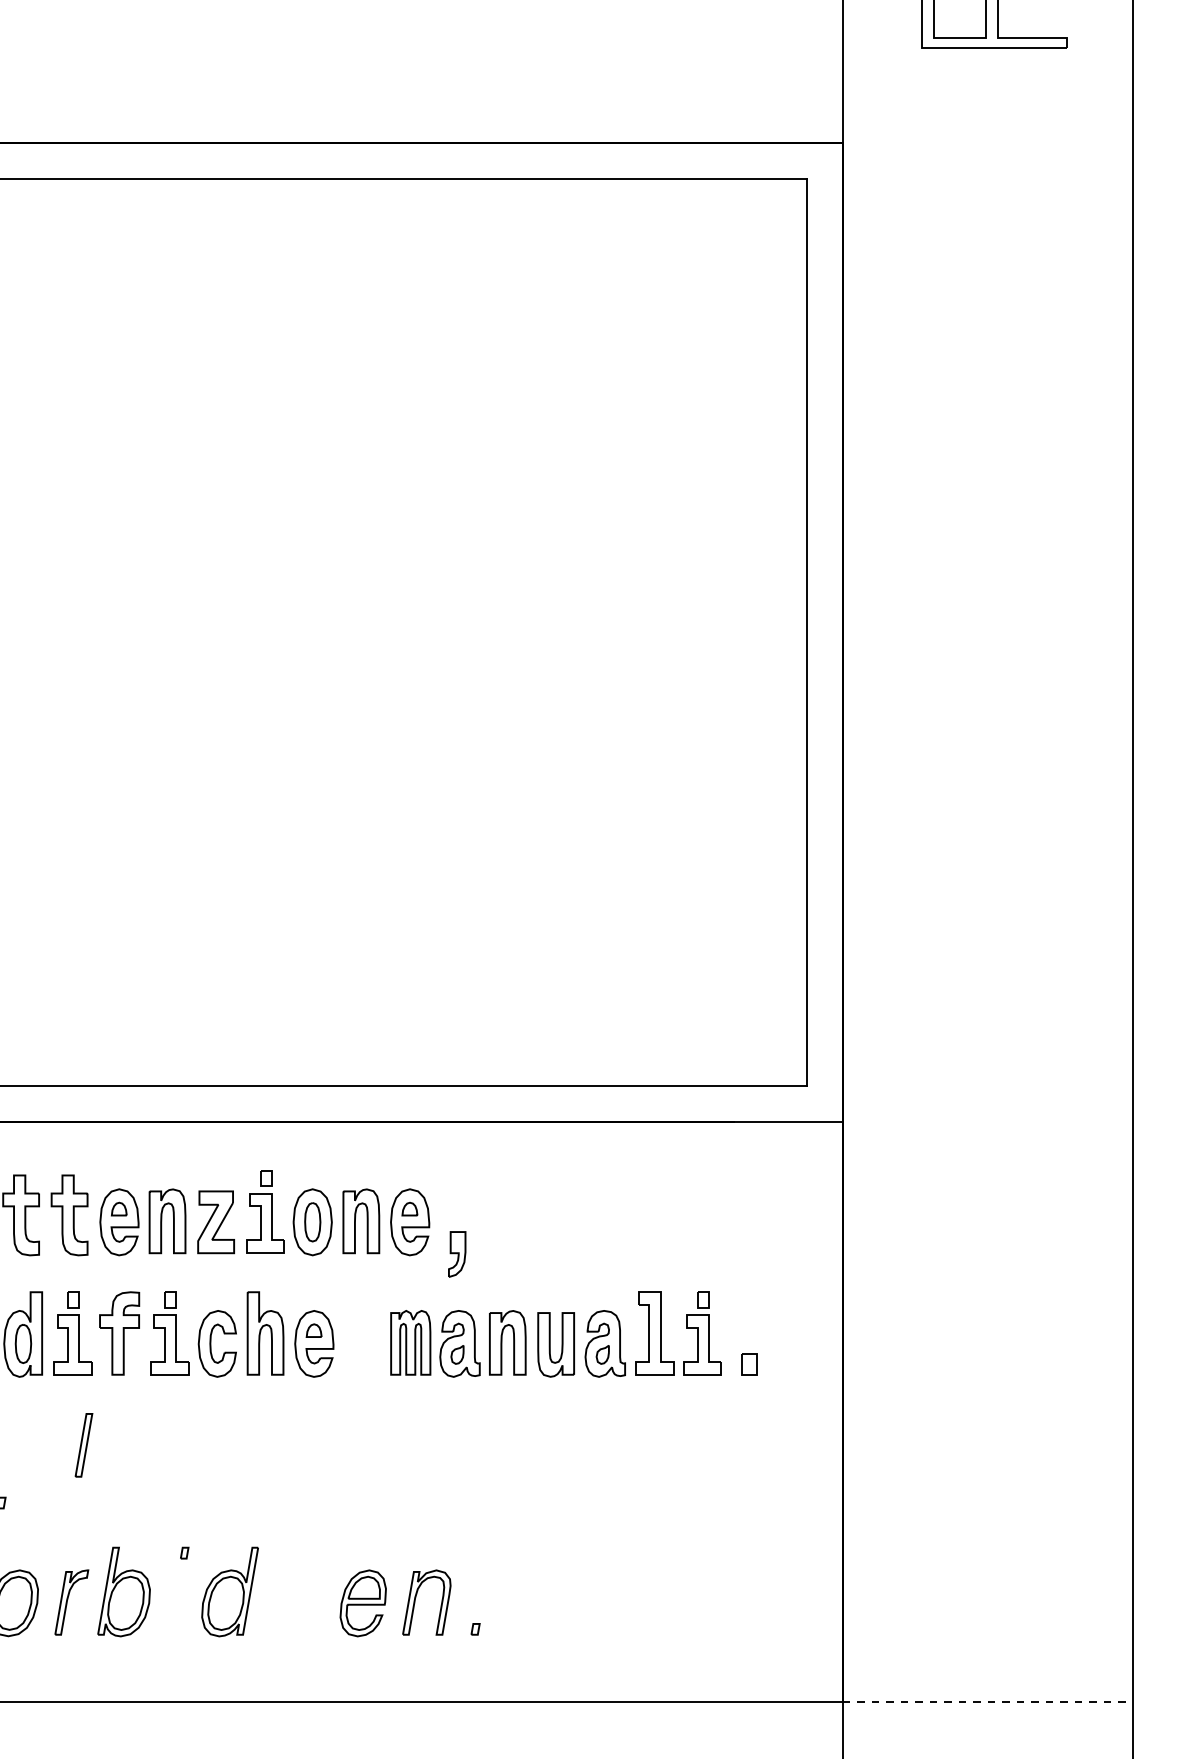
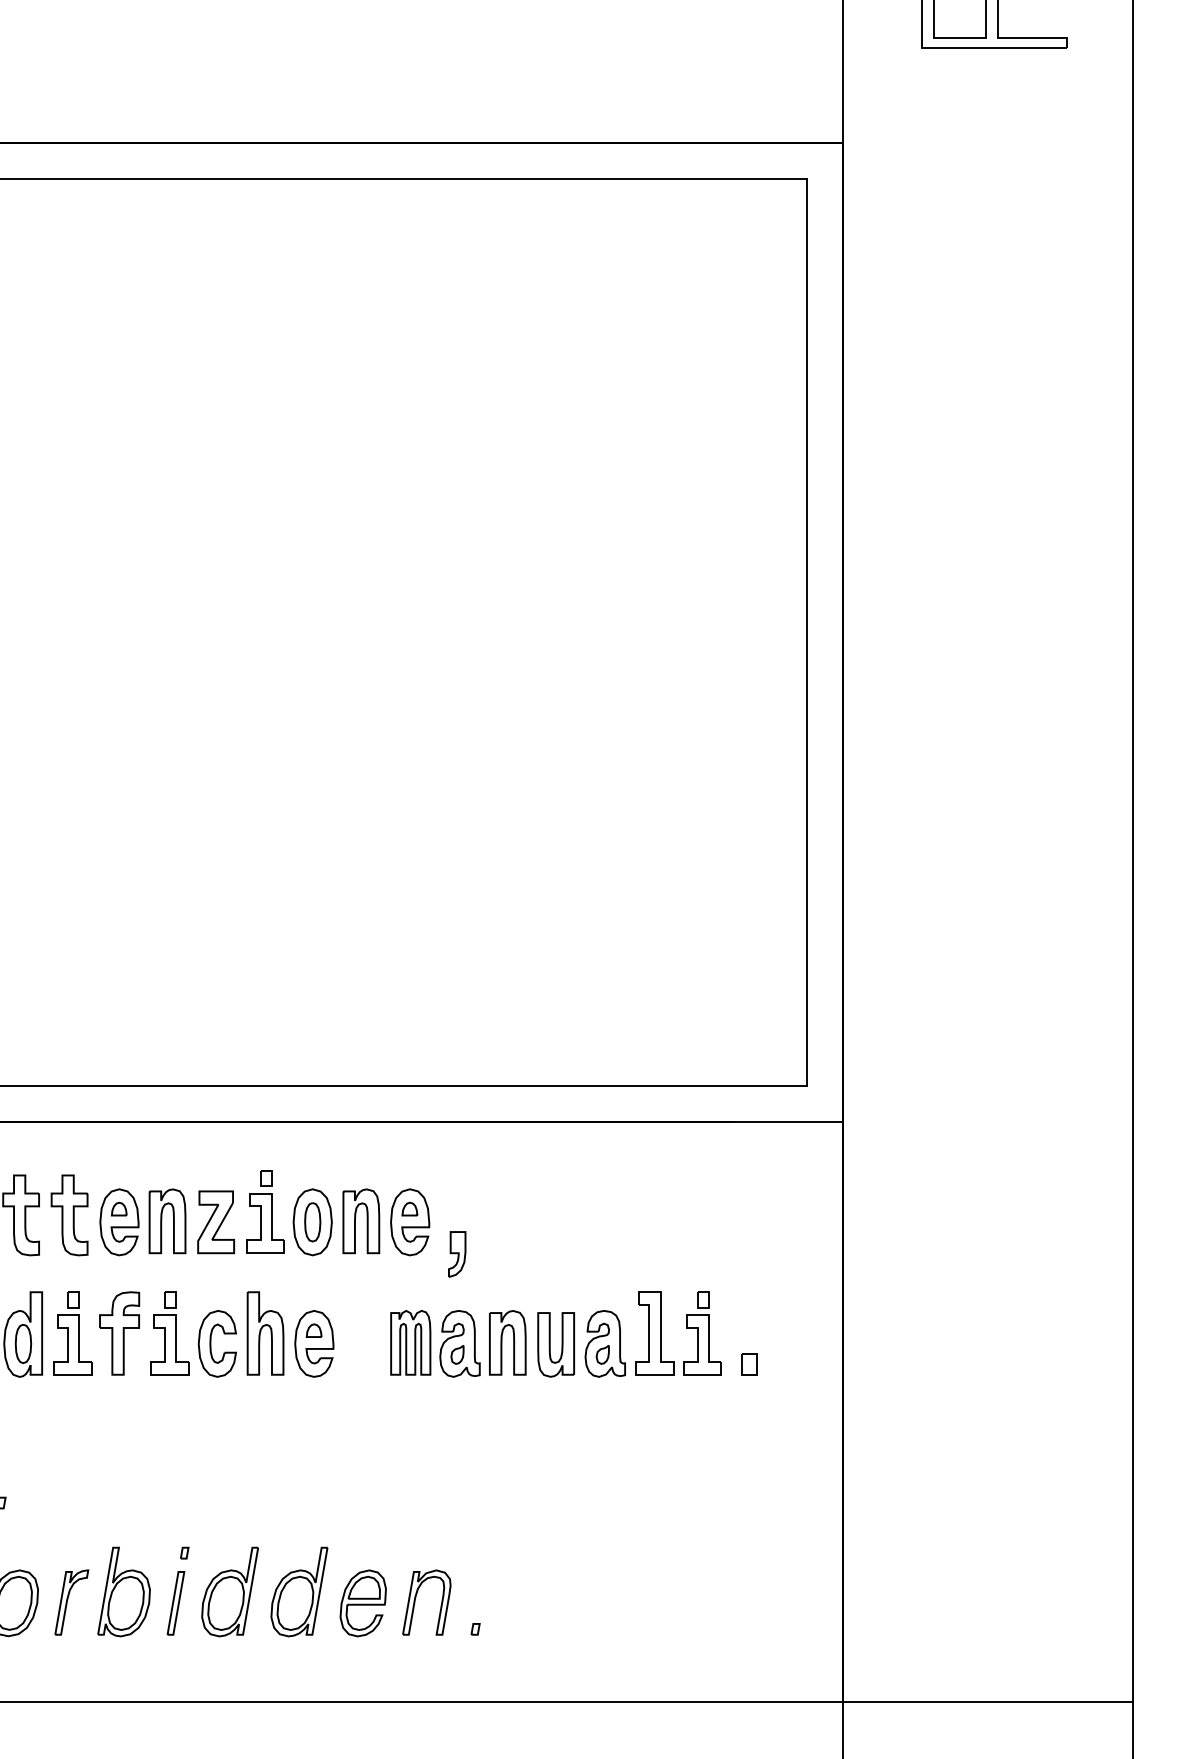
part at (83, 1445) position: (83, 1445) -> (175, 1603)
part at (299, 1591): none -> present
line at (988, 1702): dashed -> solid
